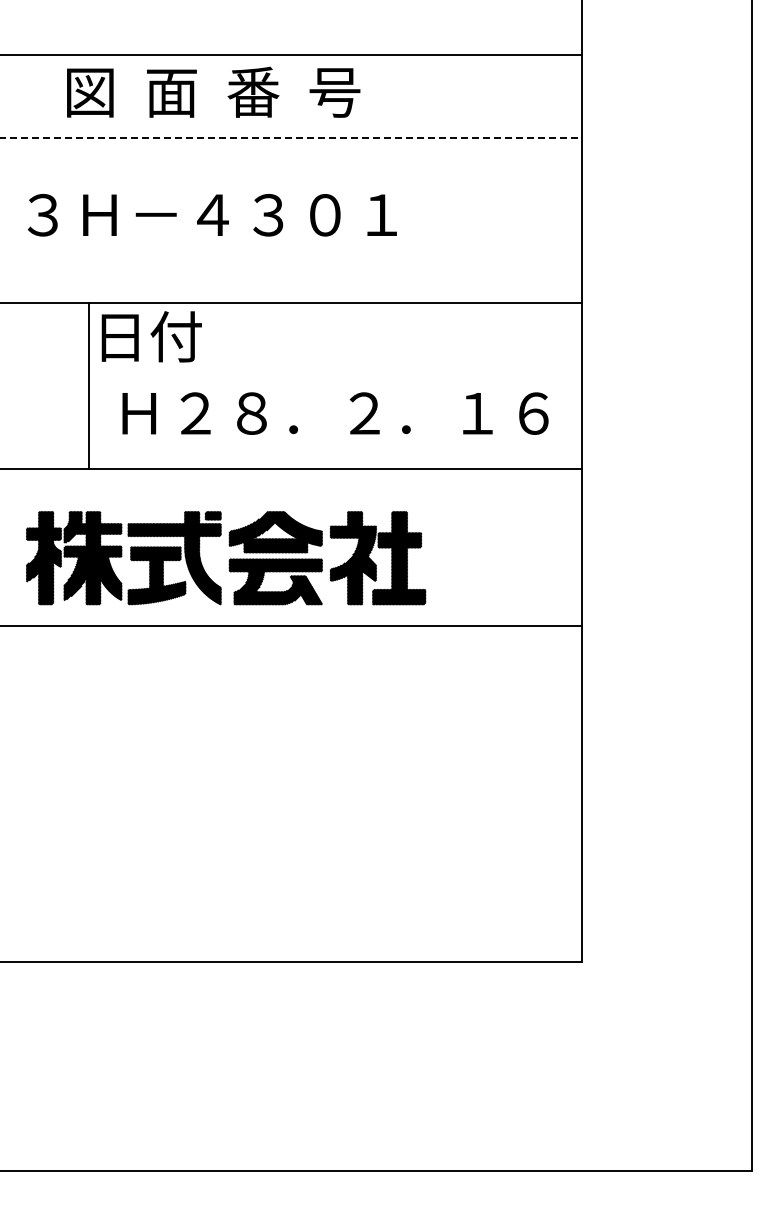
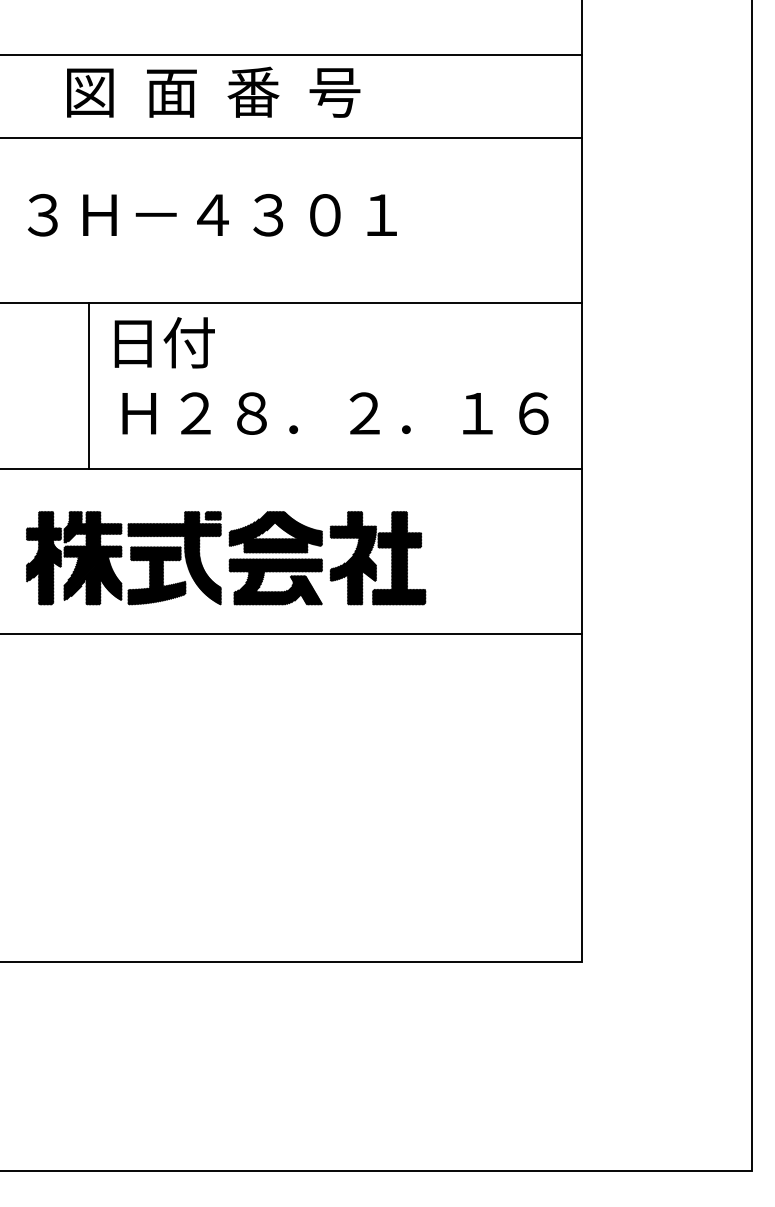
line at (291, 138): dashed -> solid
text at (151, 336) position: (151, 336) -> (164, 342)
line at (292, 625) position: (292, 625) -> (292, 633)
